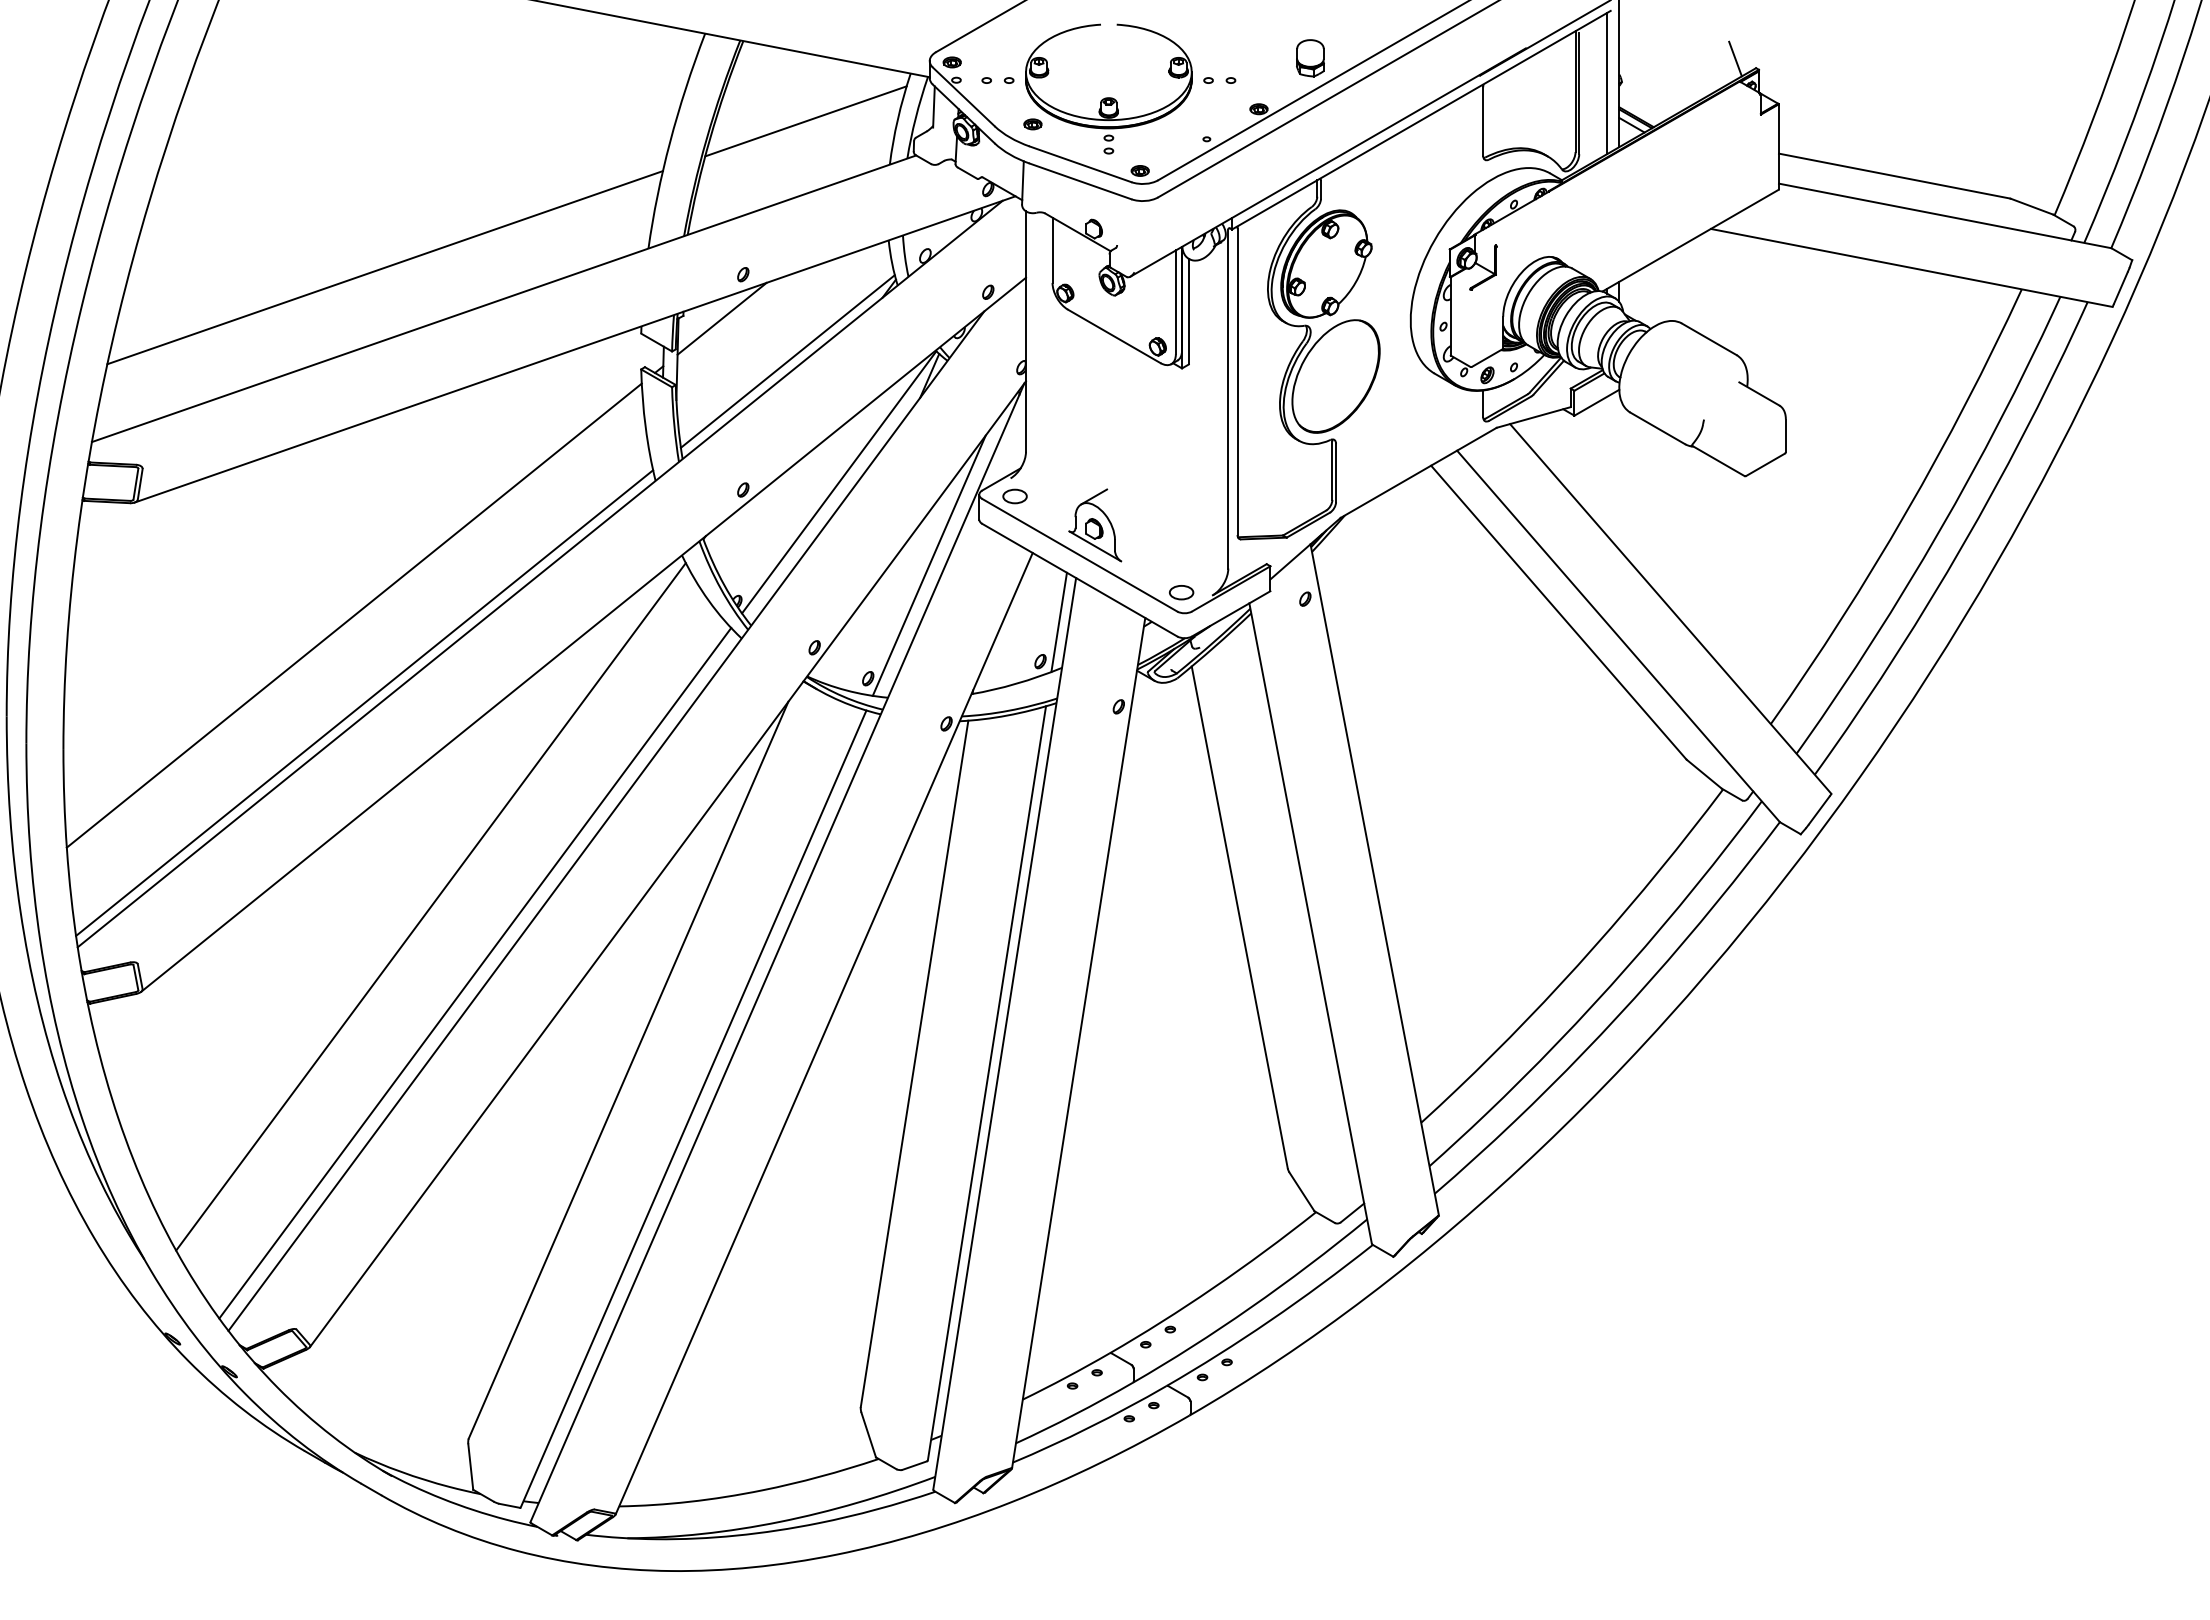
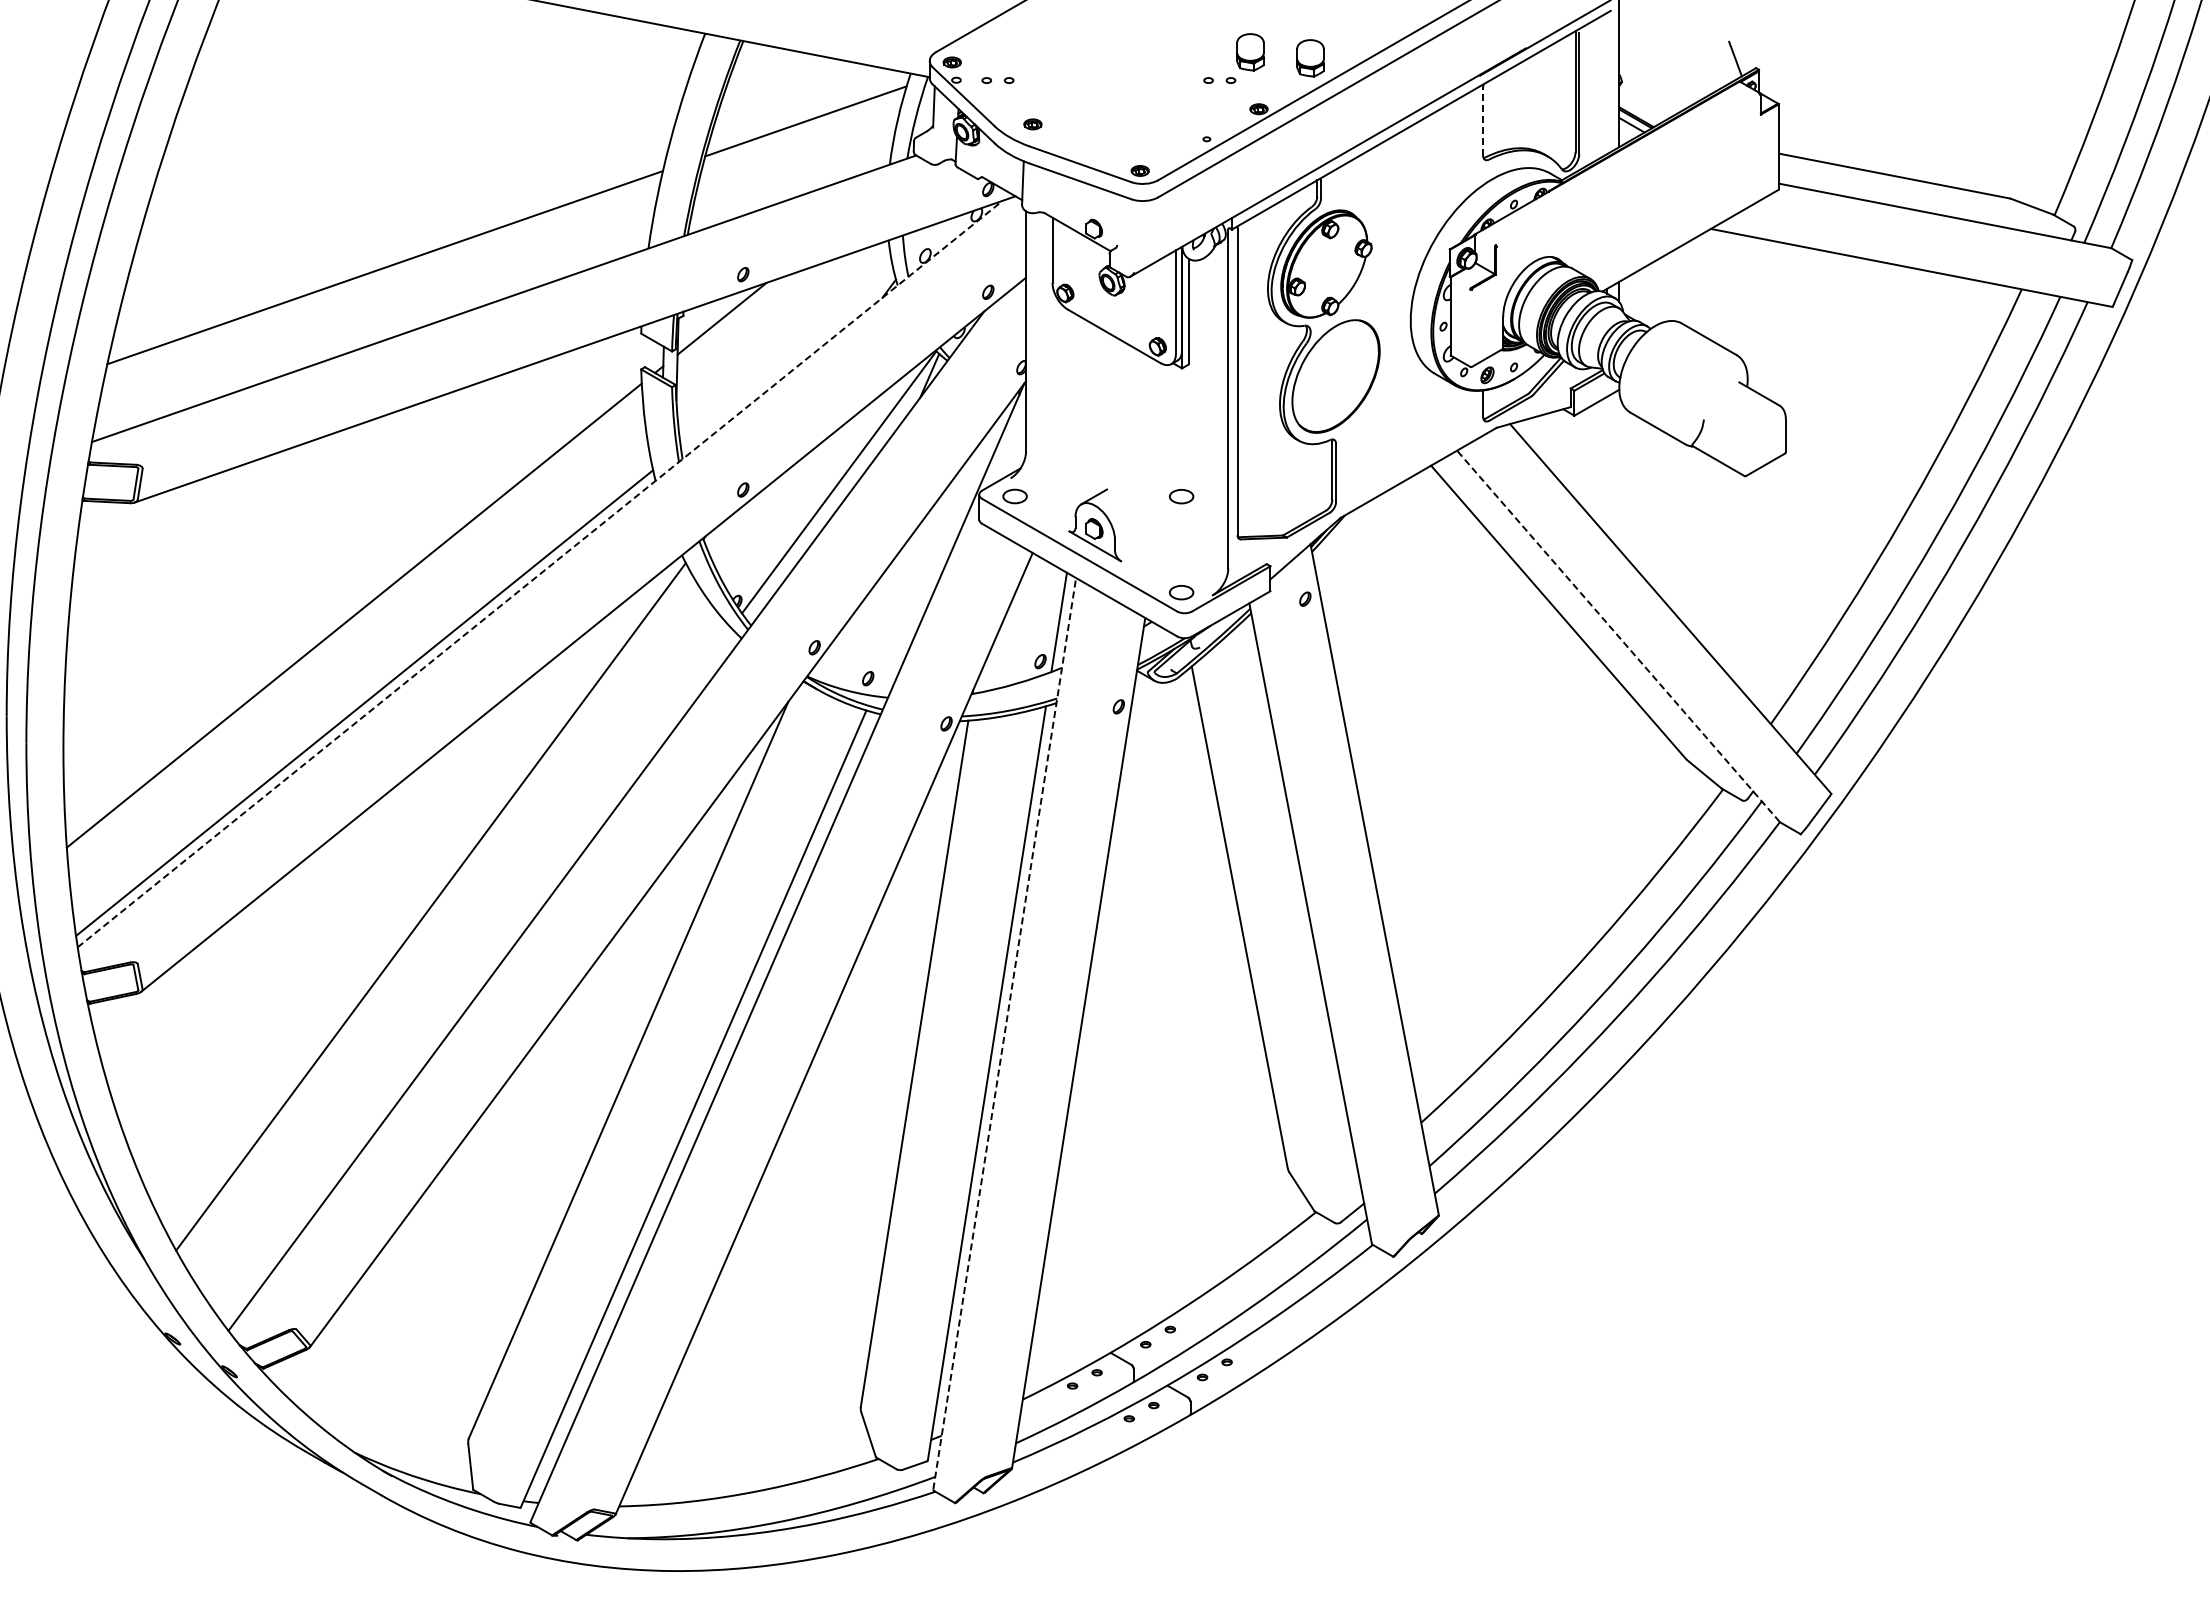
part at (1250, 52): none -> present
line at (1607, 83): present -> none
part at (1108, 97): present -> none
line at (1483, 121): solid -> dashed
line at (787, 361): present -> none
part at (1181, 496): none -> present
line at (928, 565): present -> none
line at (540, 573): solid -> dashed
line at (1618, 636): solid -> dashed
line at (475, 973): present -> none
line at (1004, 1033): solid -> dashed
